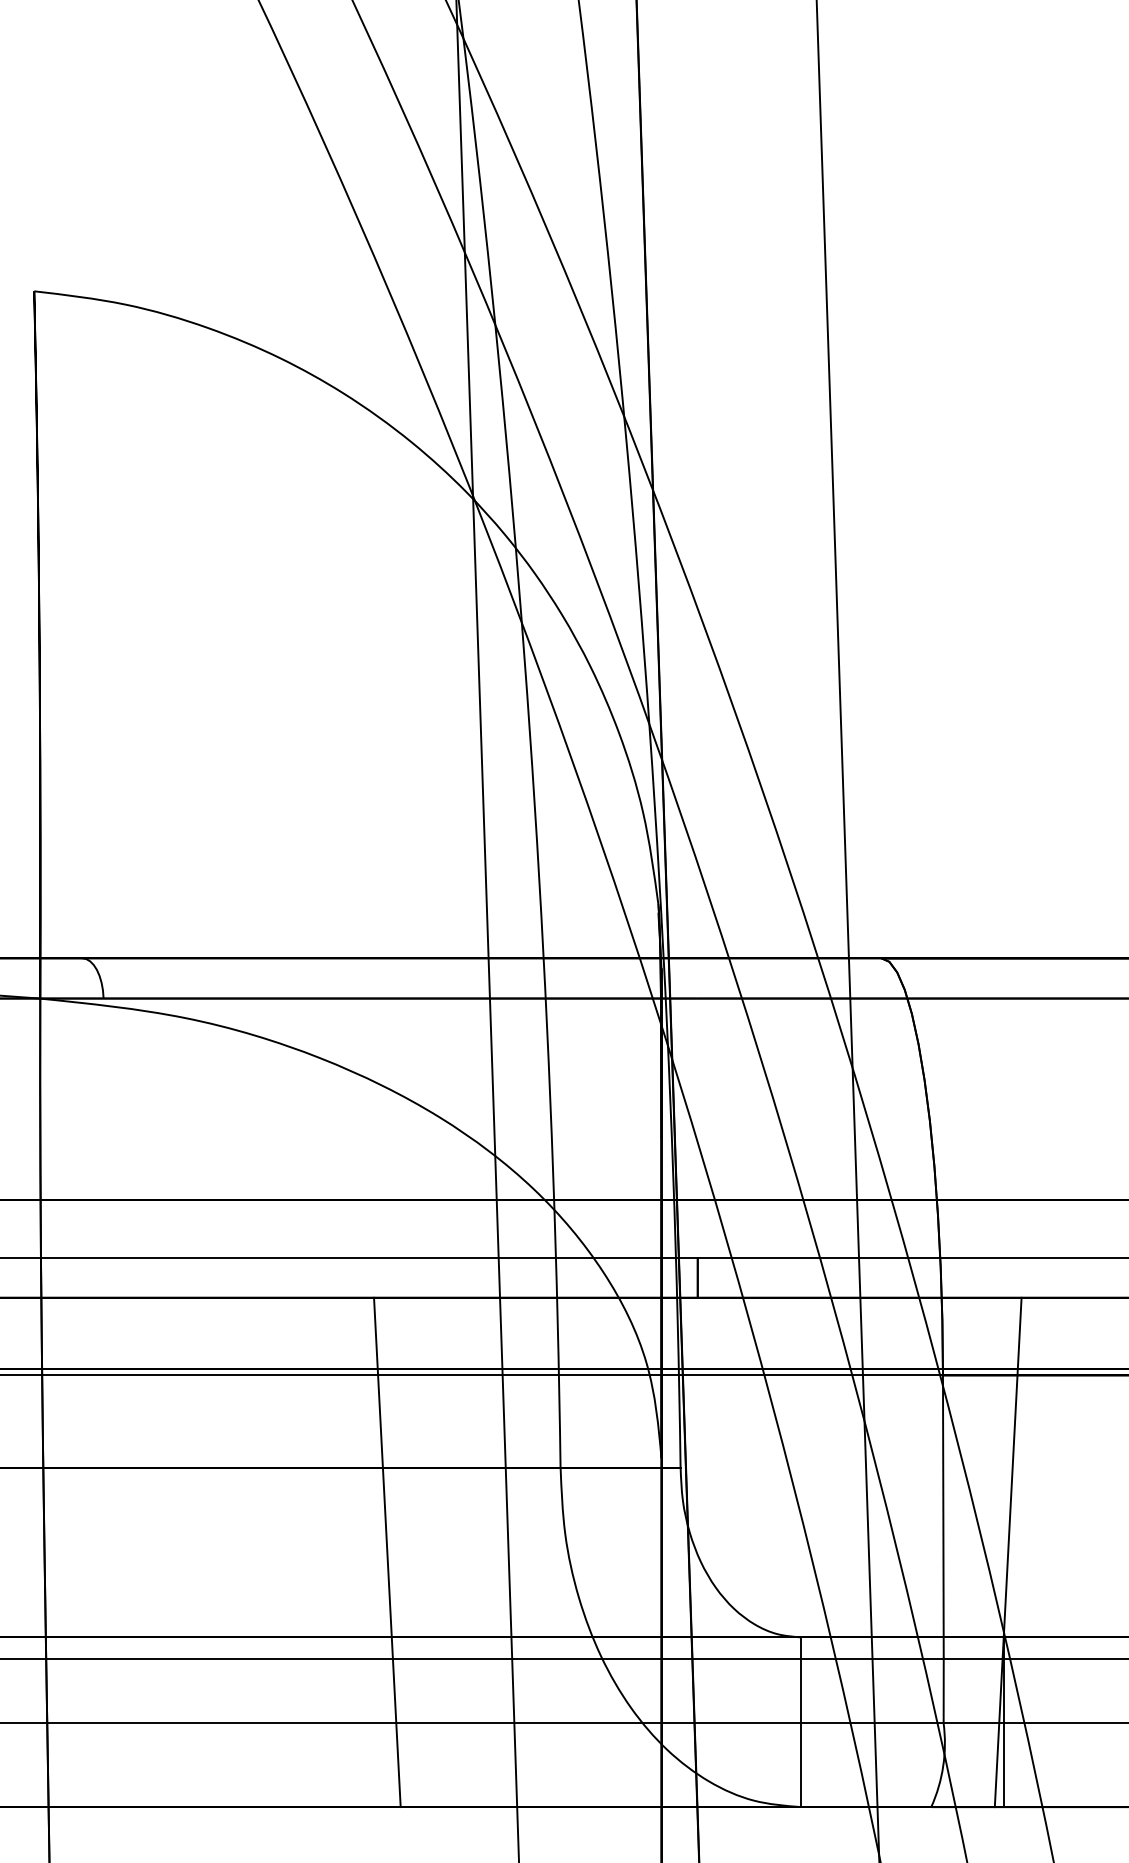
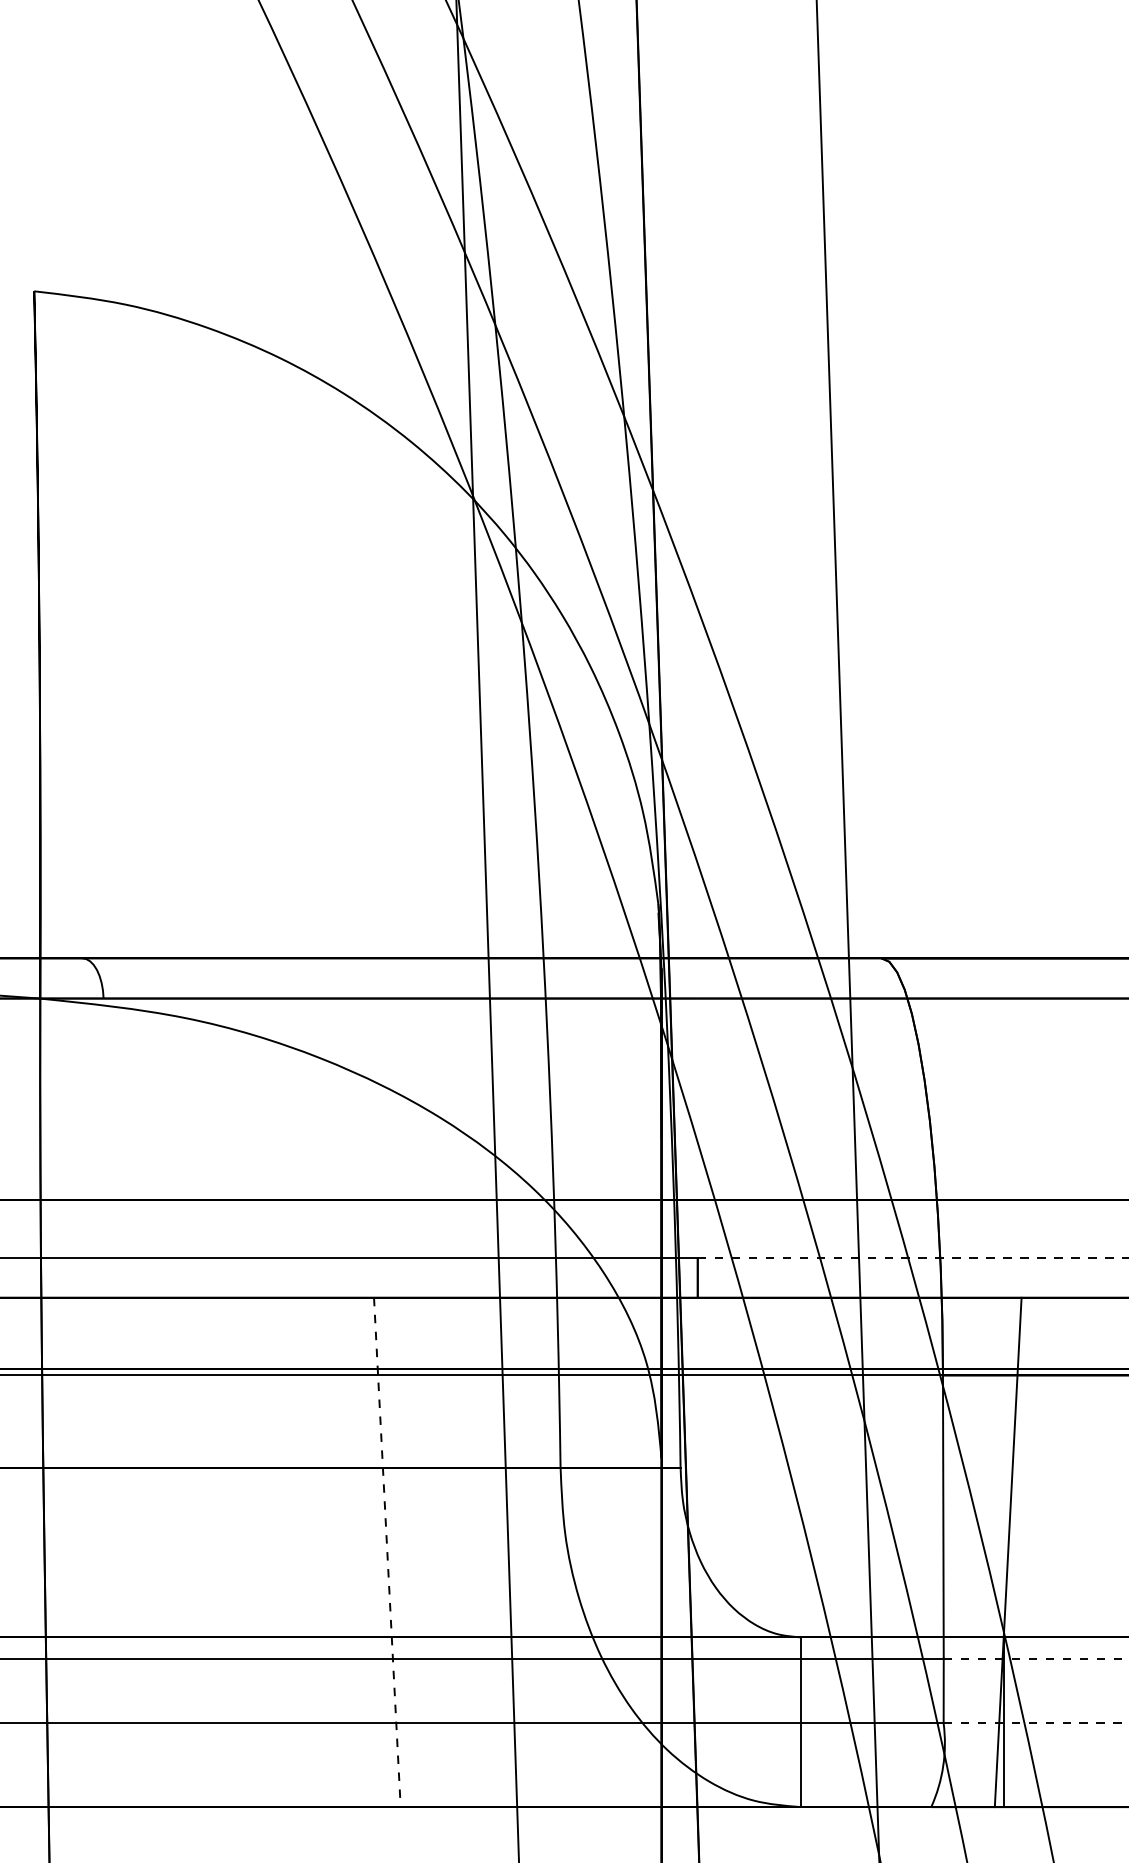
line at (913, 1257): solid -> dashed
line at (387, 1552): solid -> dashed
line at (1036, 1658): solid -> dashed
line at (1036, 1722): solid -> dashed
